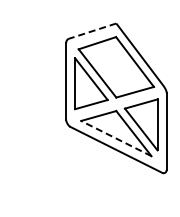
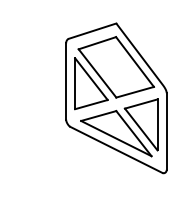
line at (92, 31): dashed -> solid
line at (115, 138): dashed -> solid
